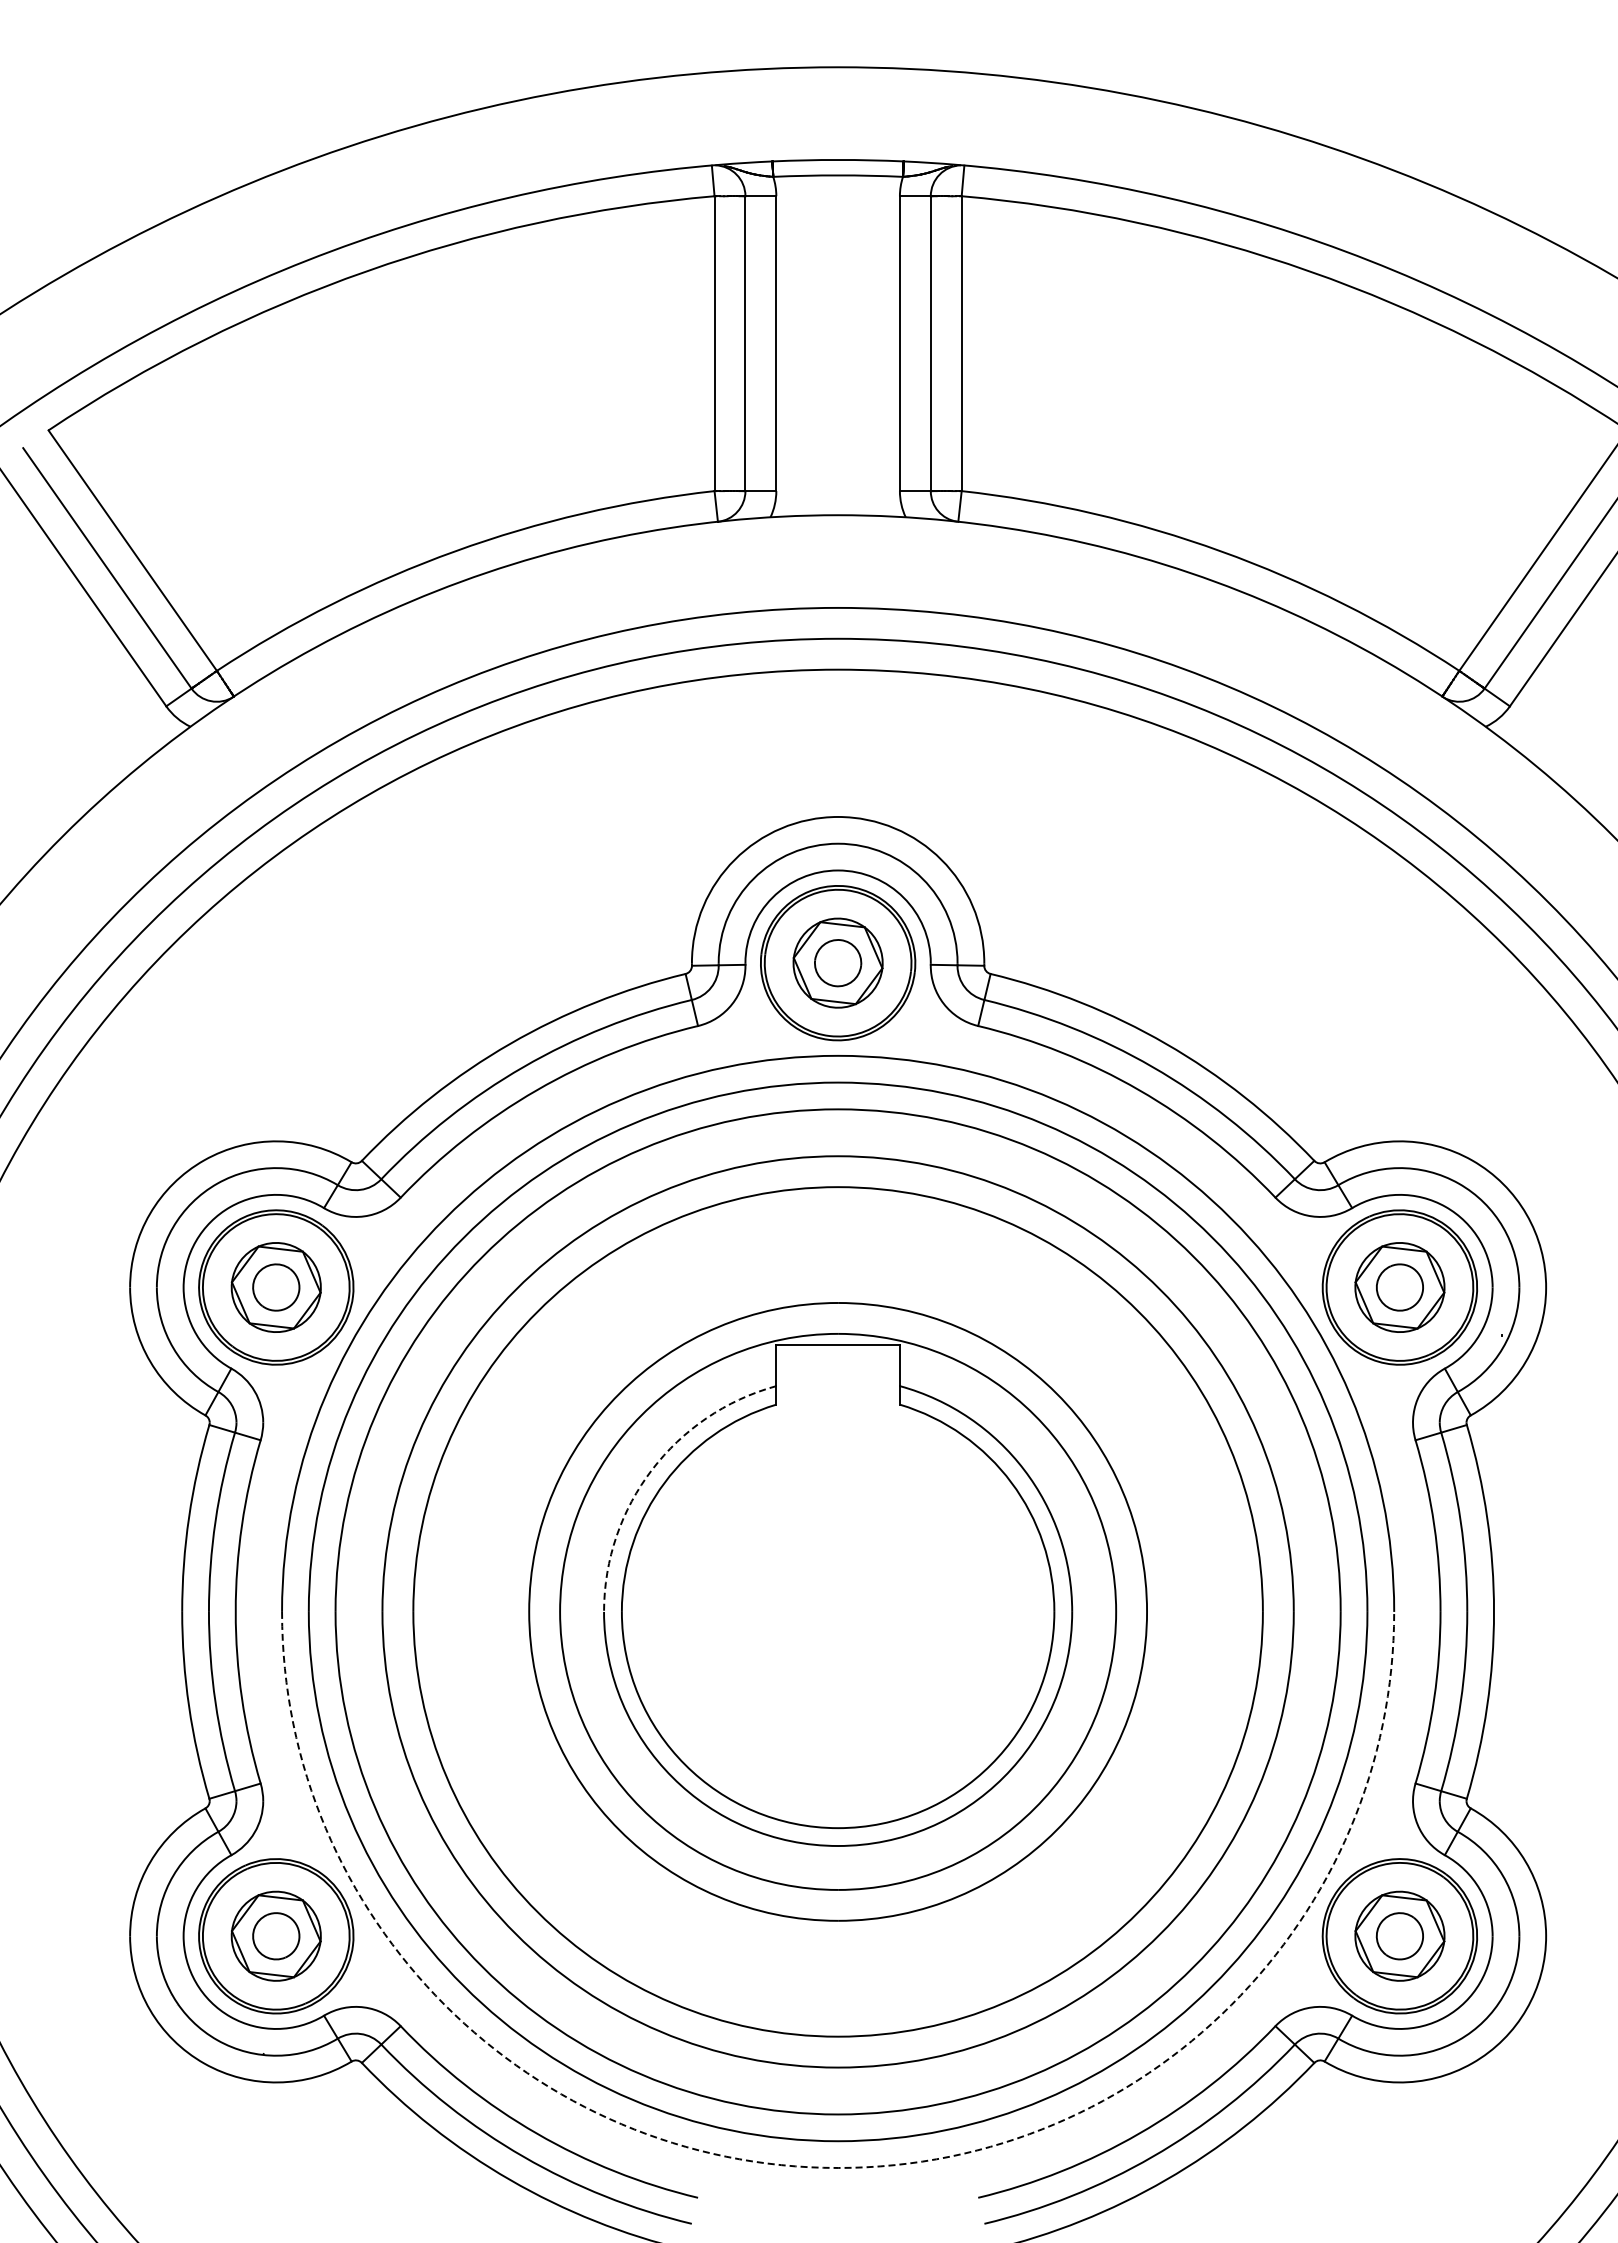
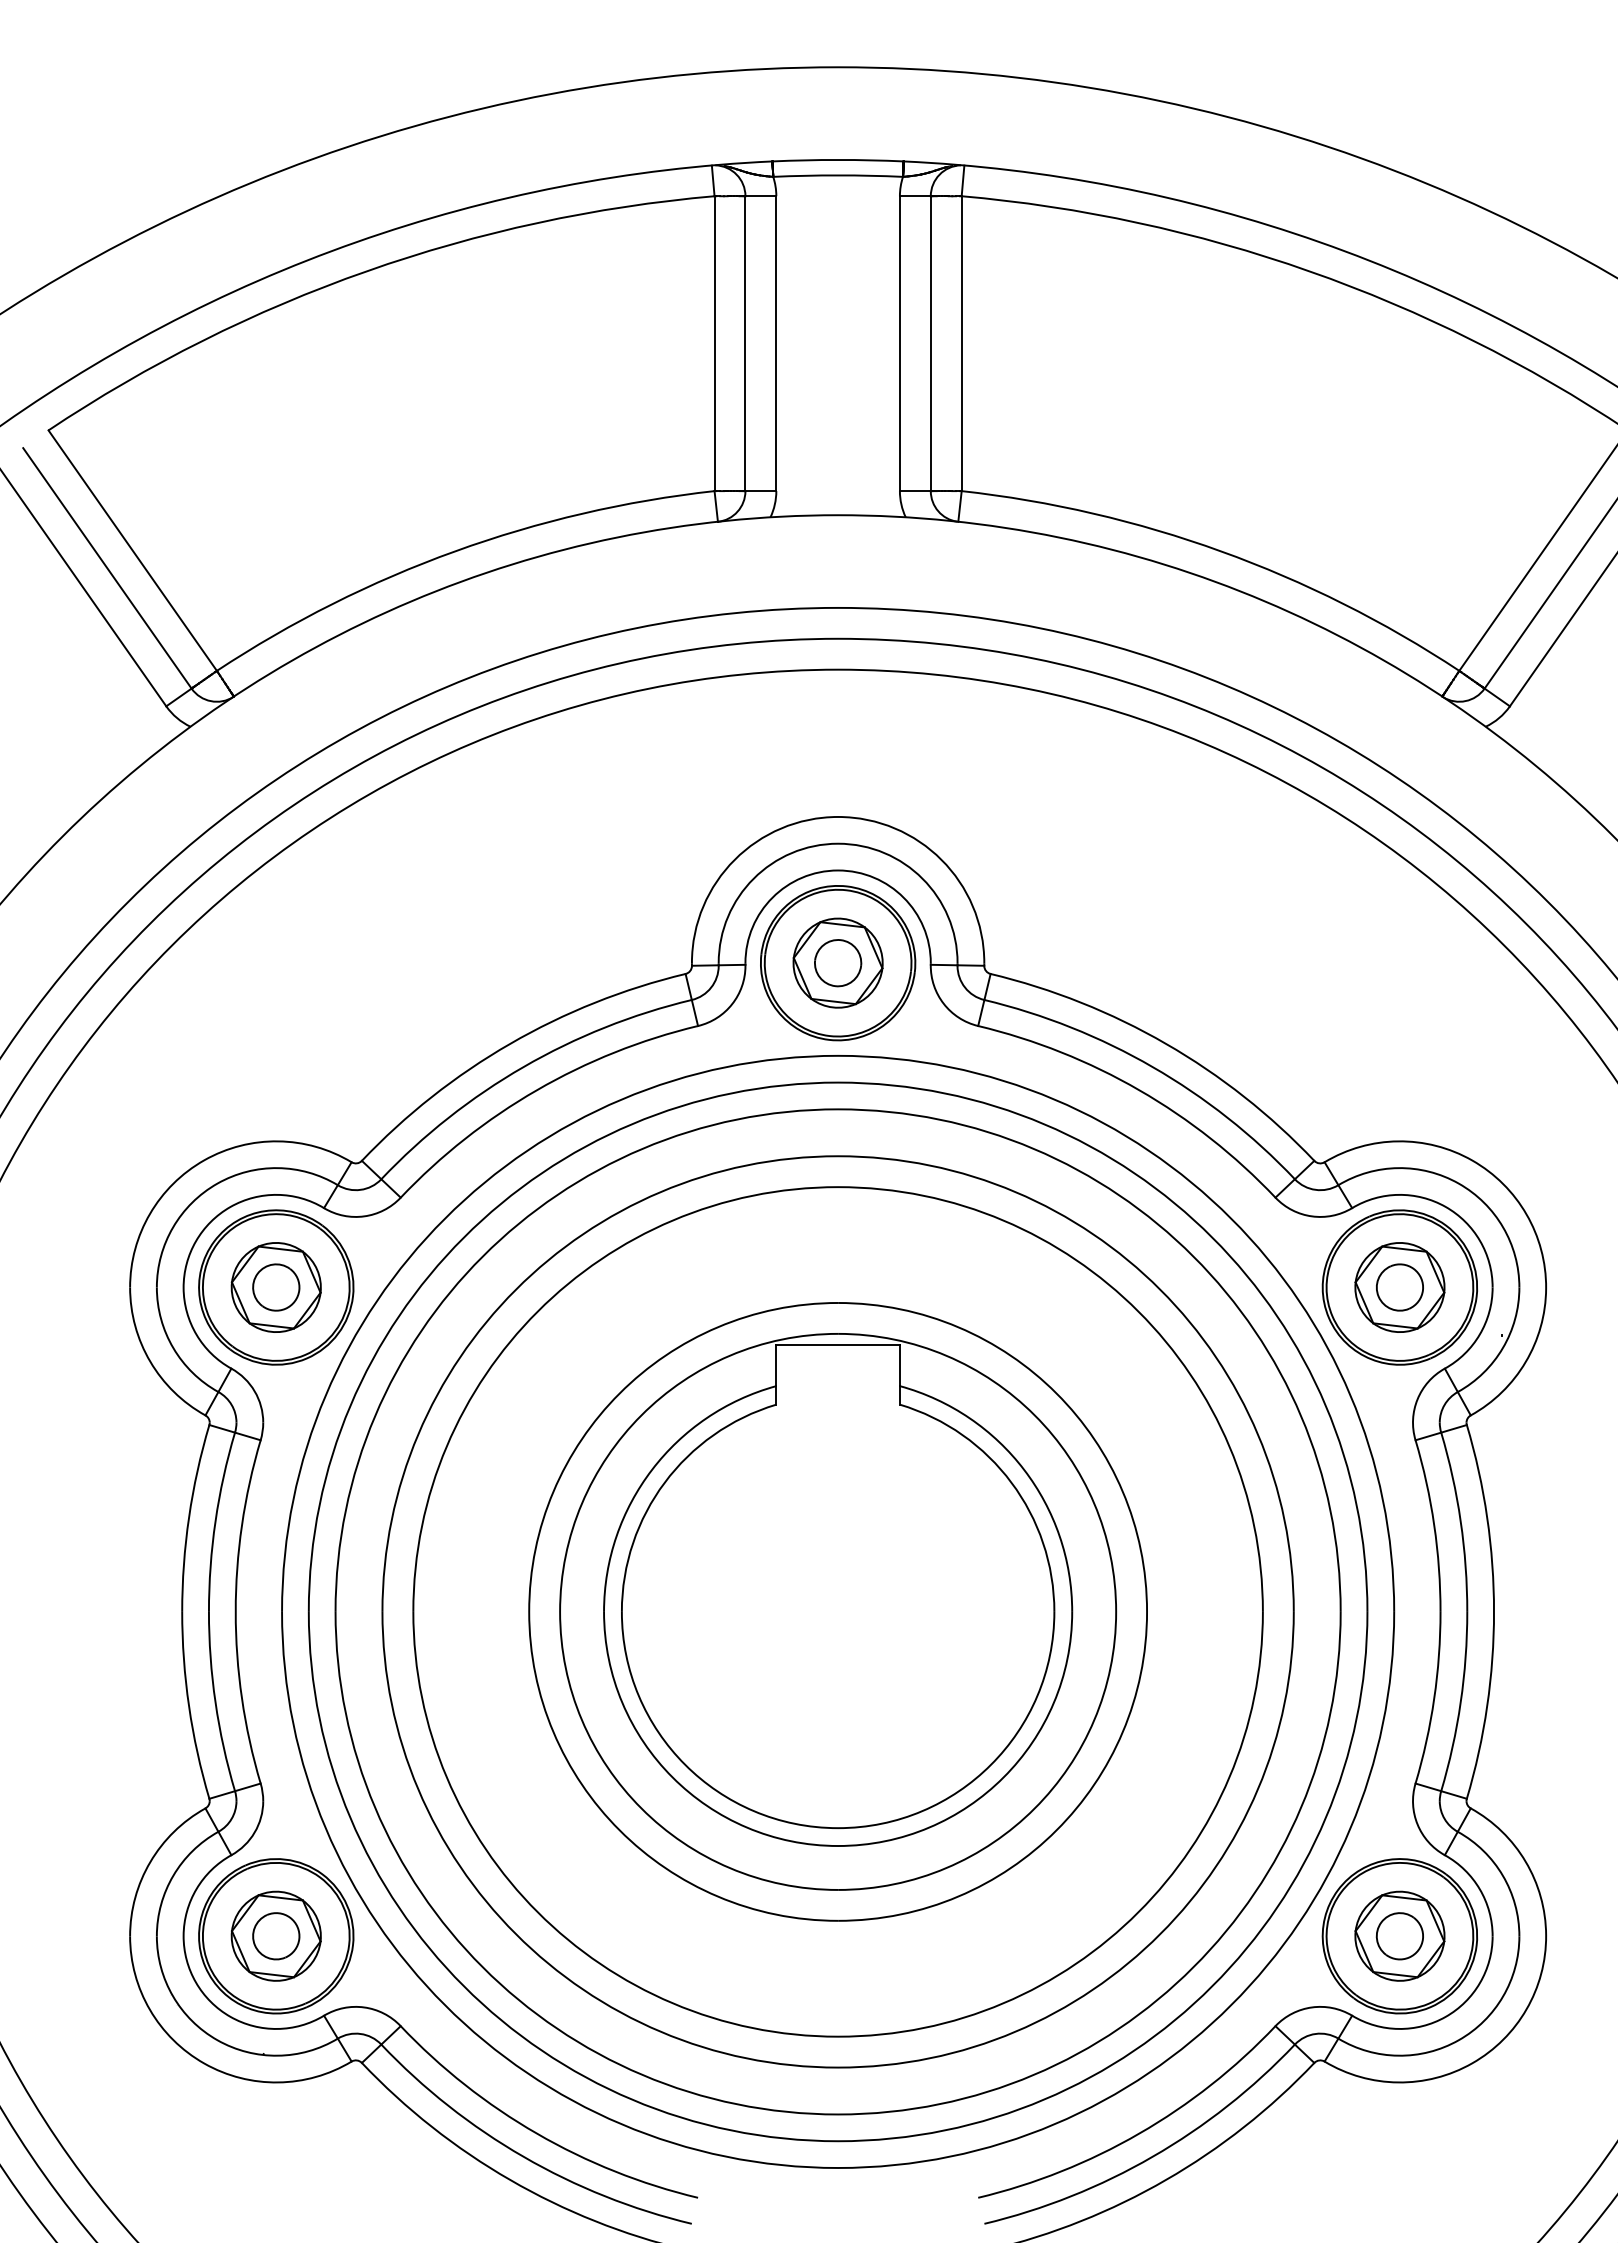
arc at (652, 1469): dashed -> solid
arc at (838, 2167): dashed -> solid
